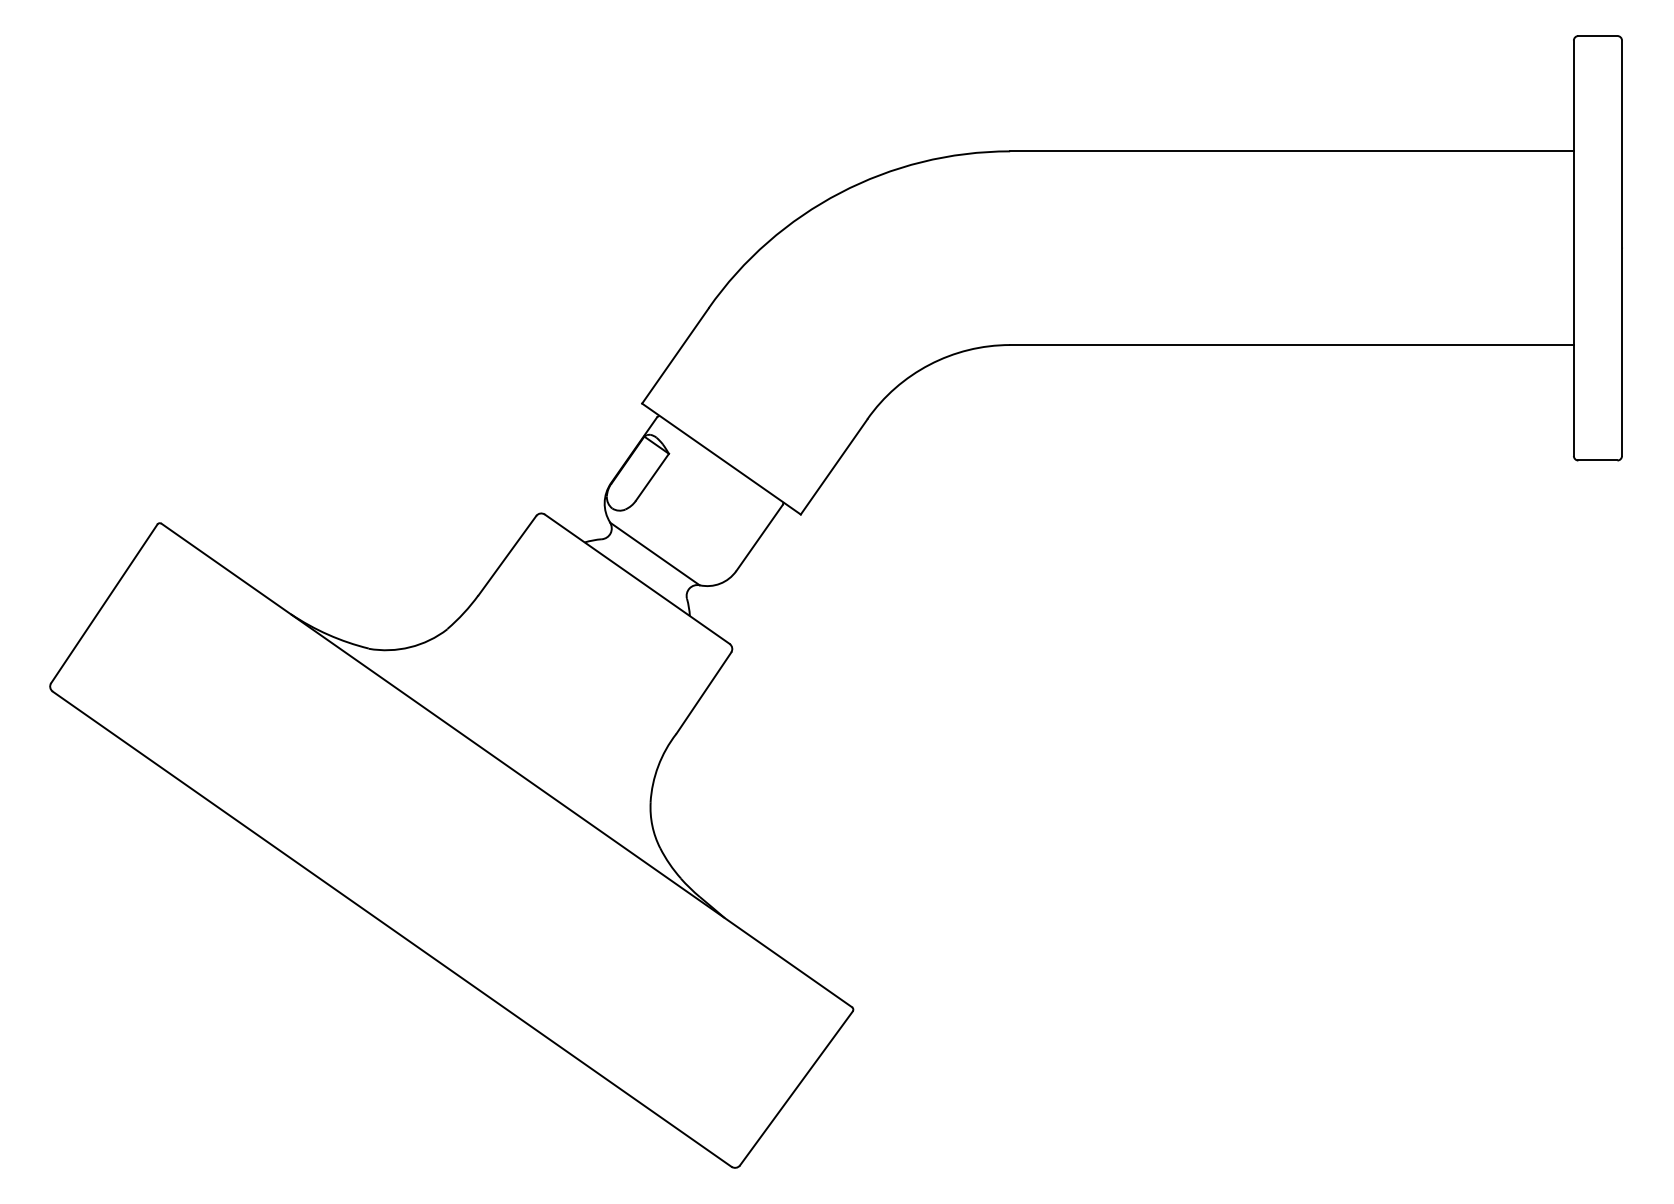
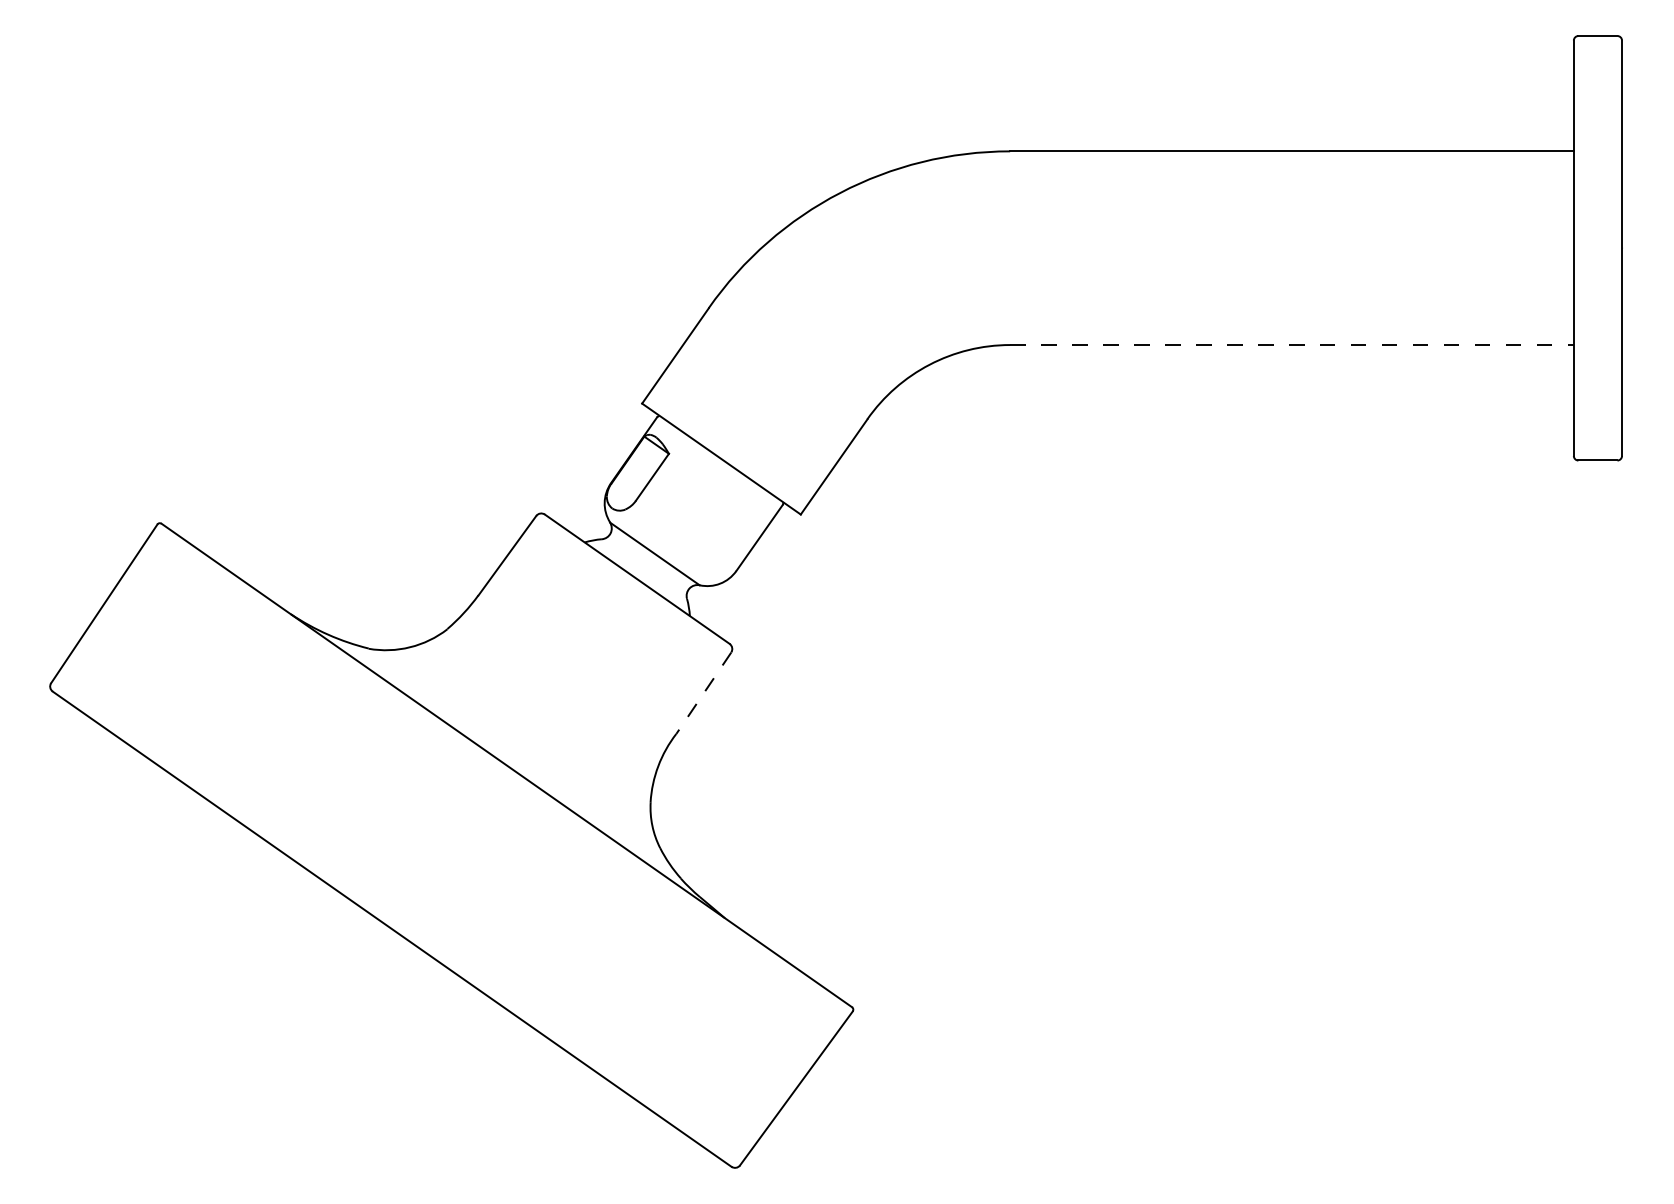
line at (1291, 345): solid -> dashed
line at (703, 693): solid -> dashed
